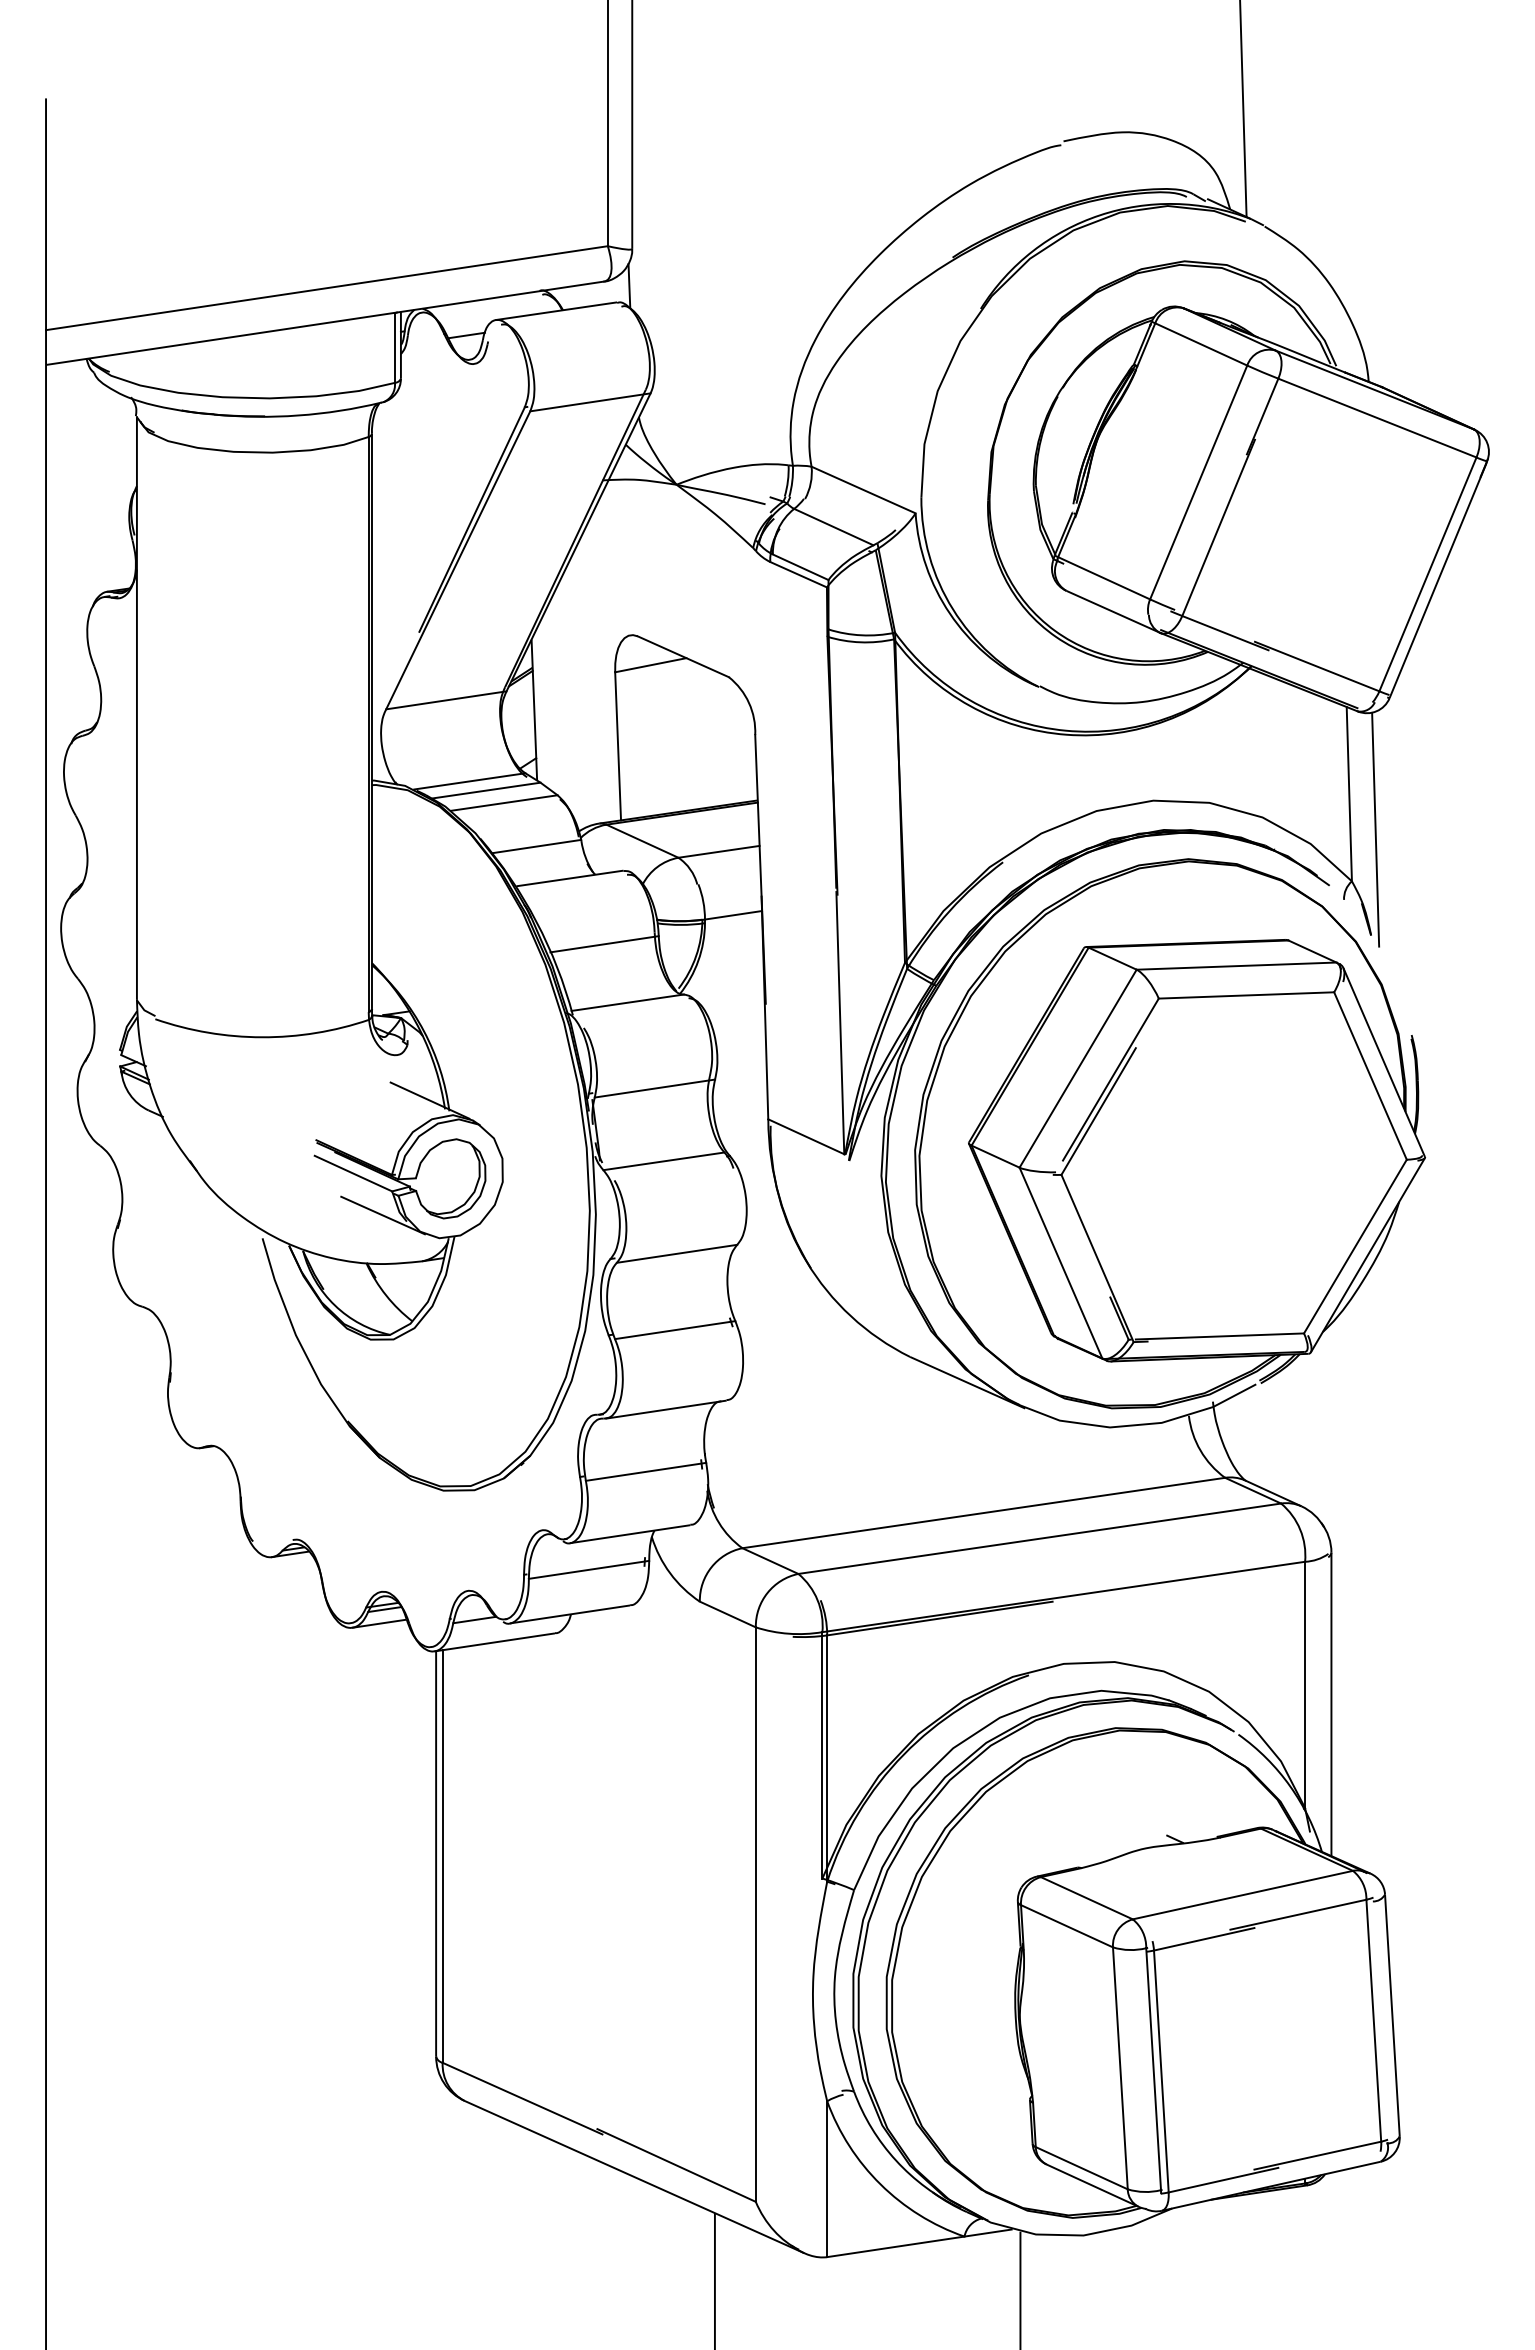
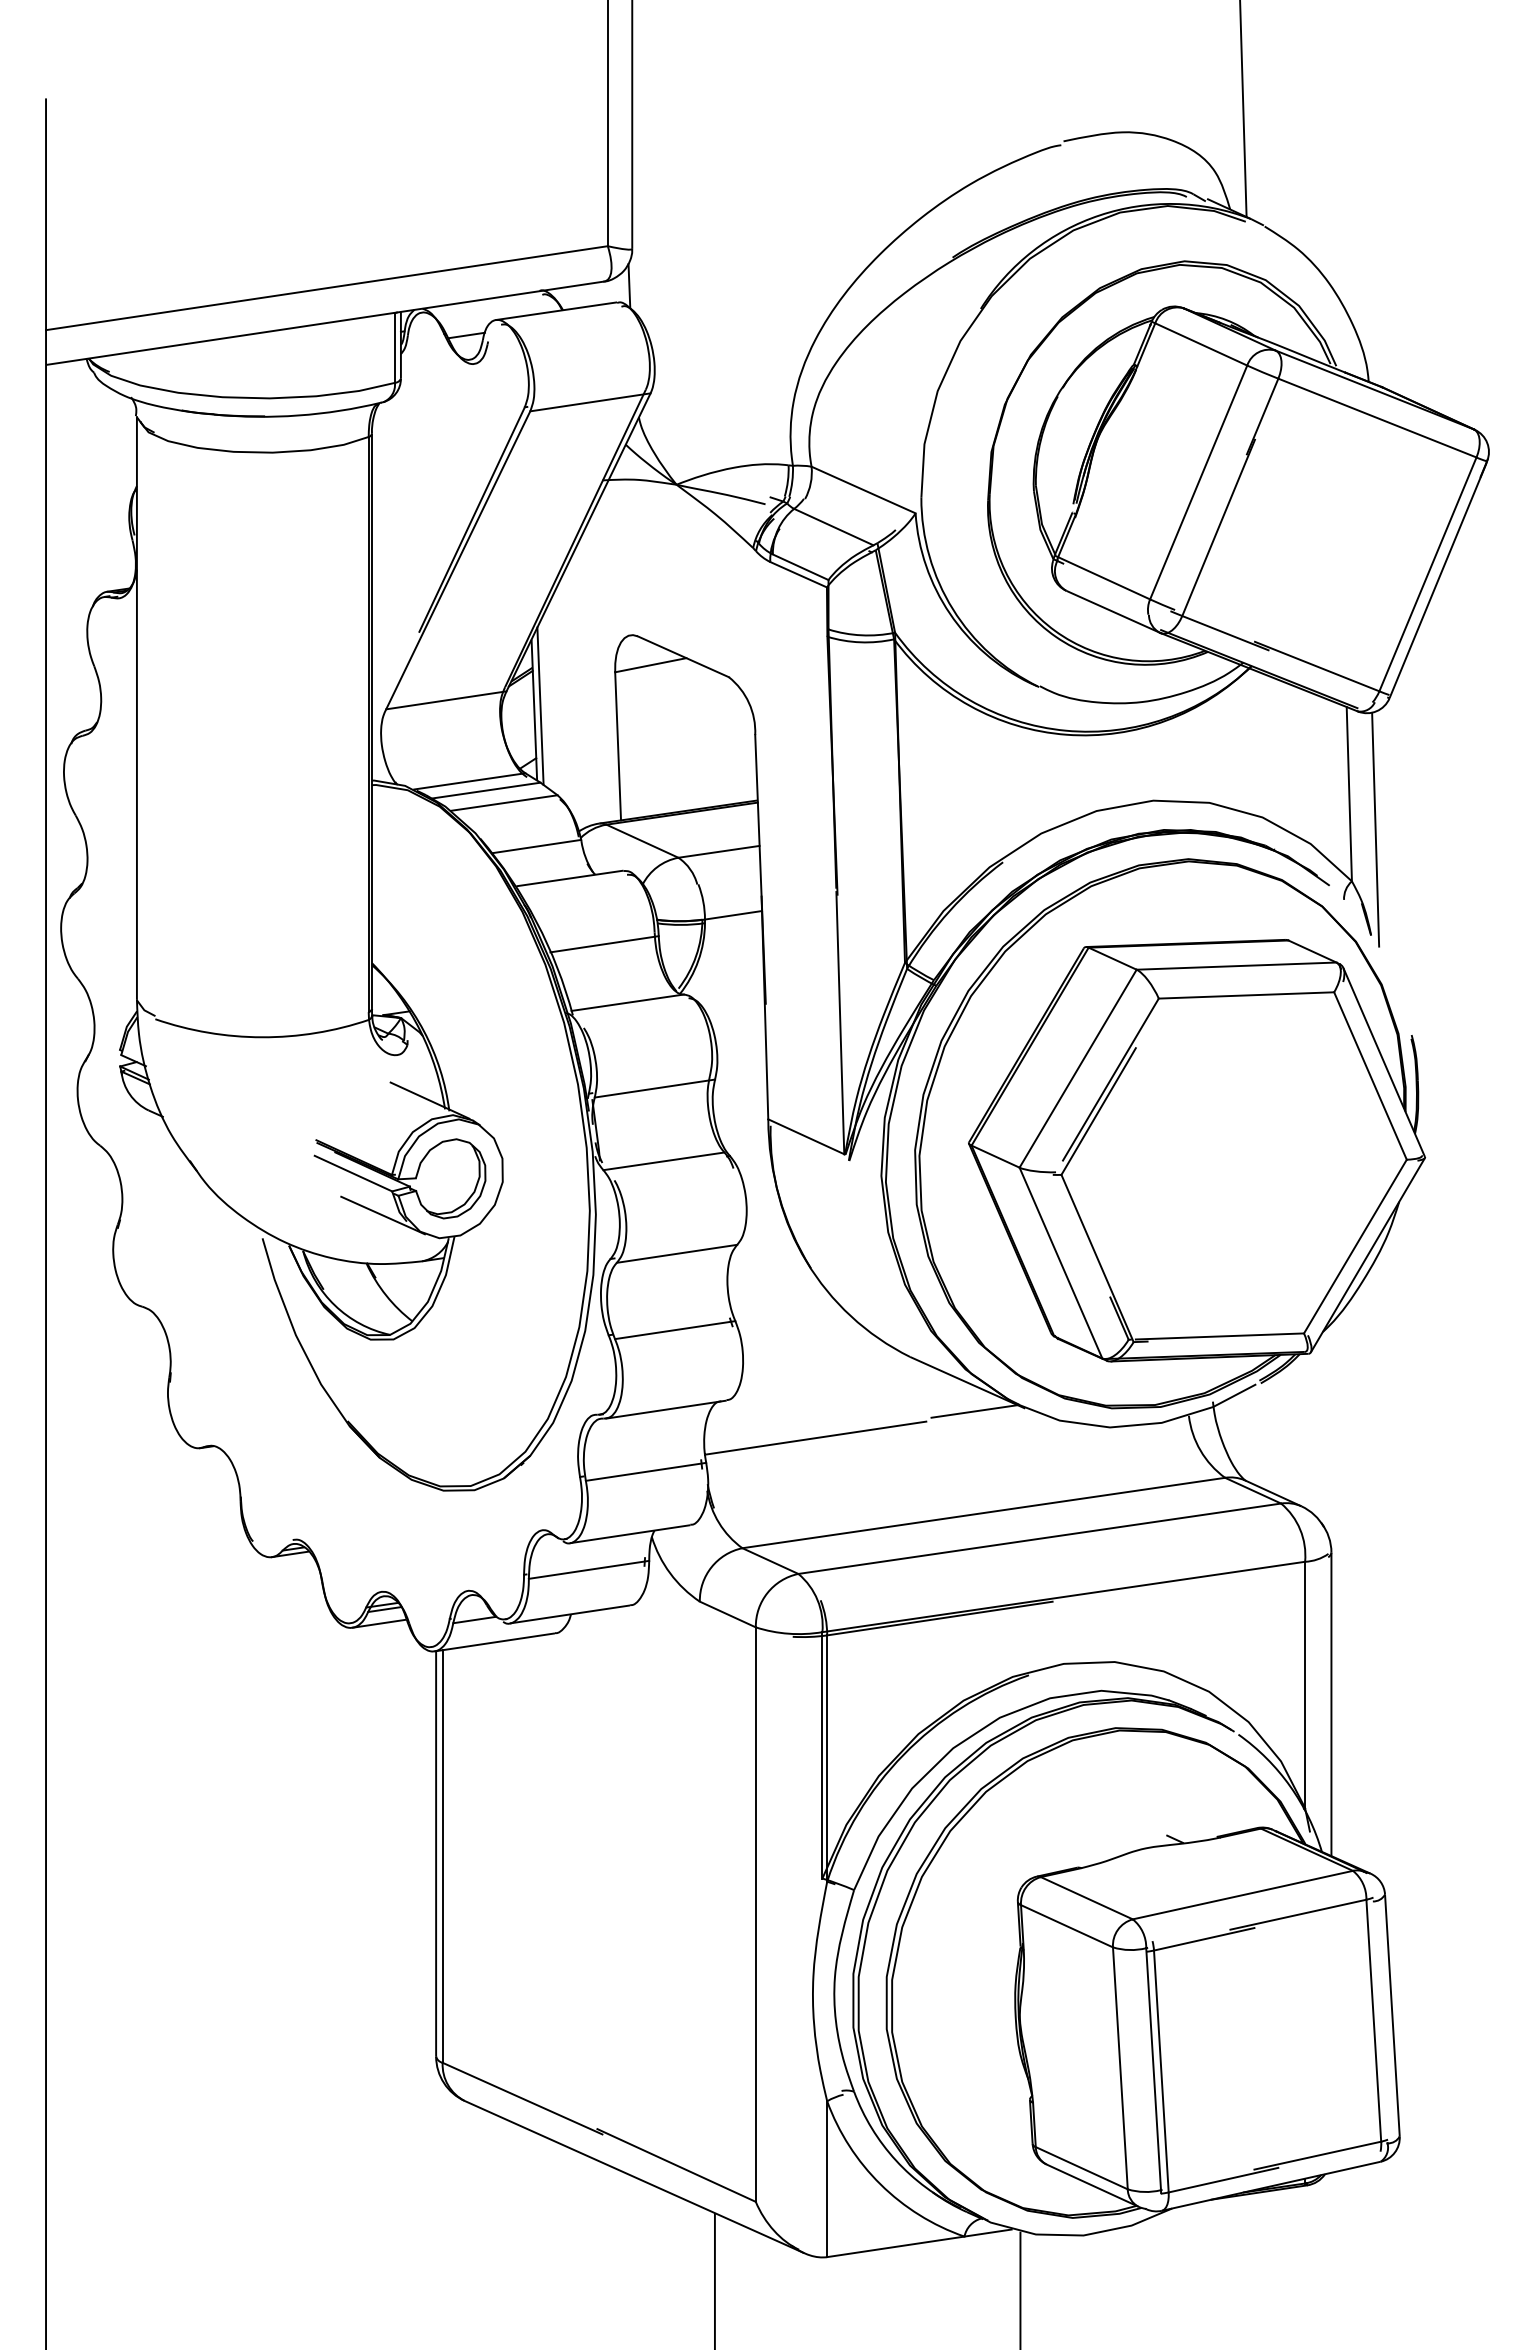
line at (540, 705): none -> present
line at (974, 1411): none -> present
line at (815, 1437): none -> present
